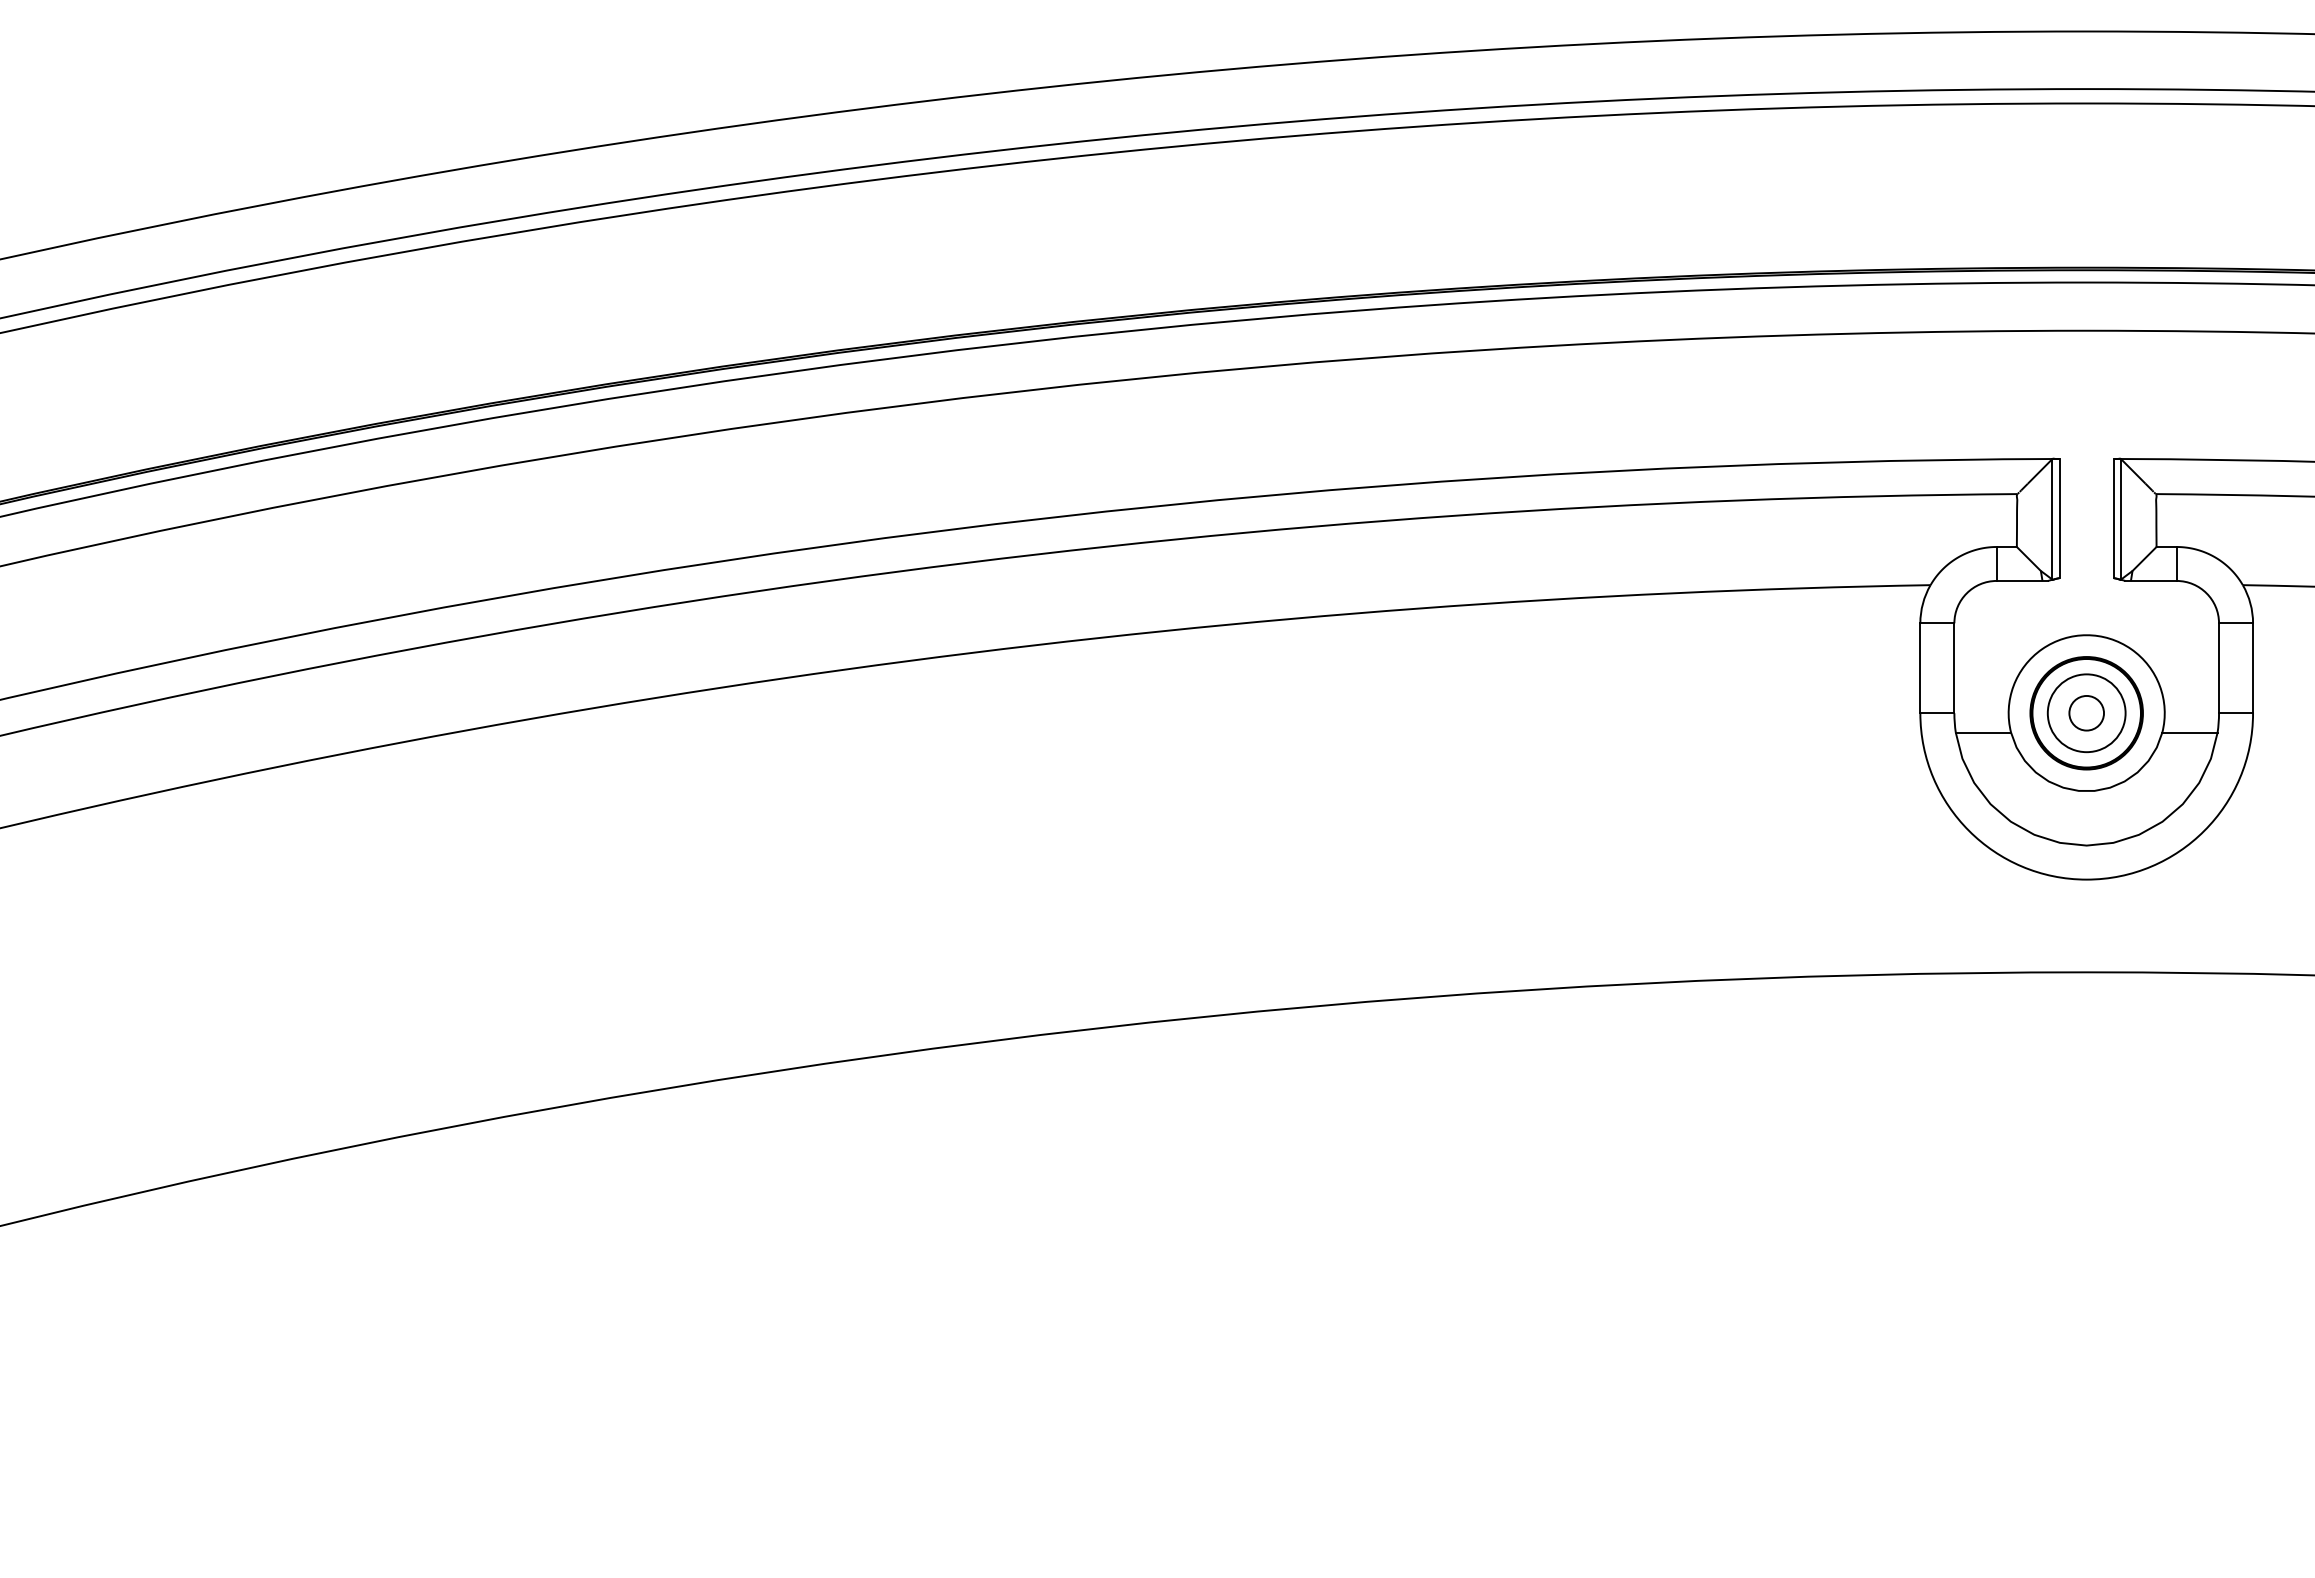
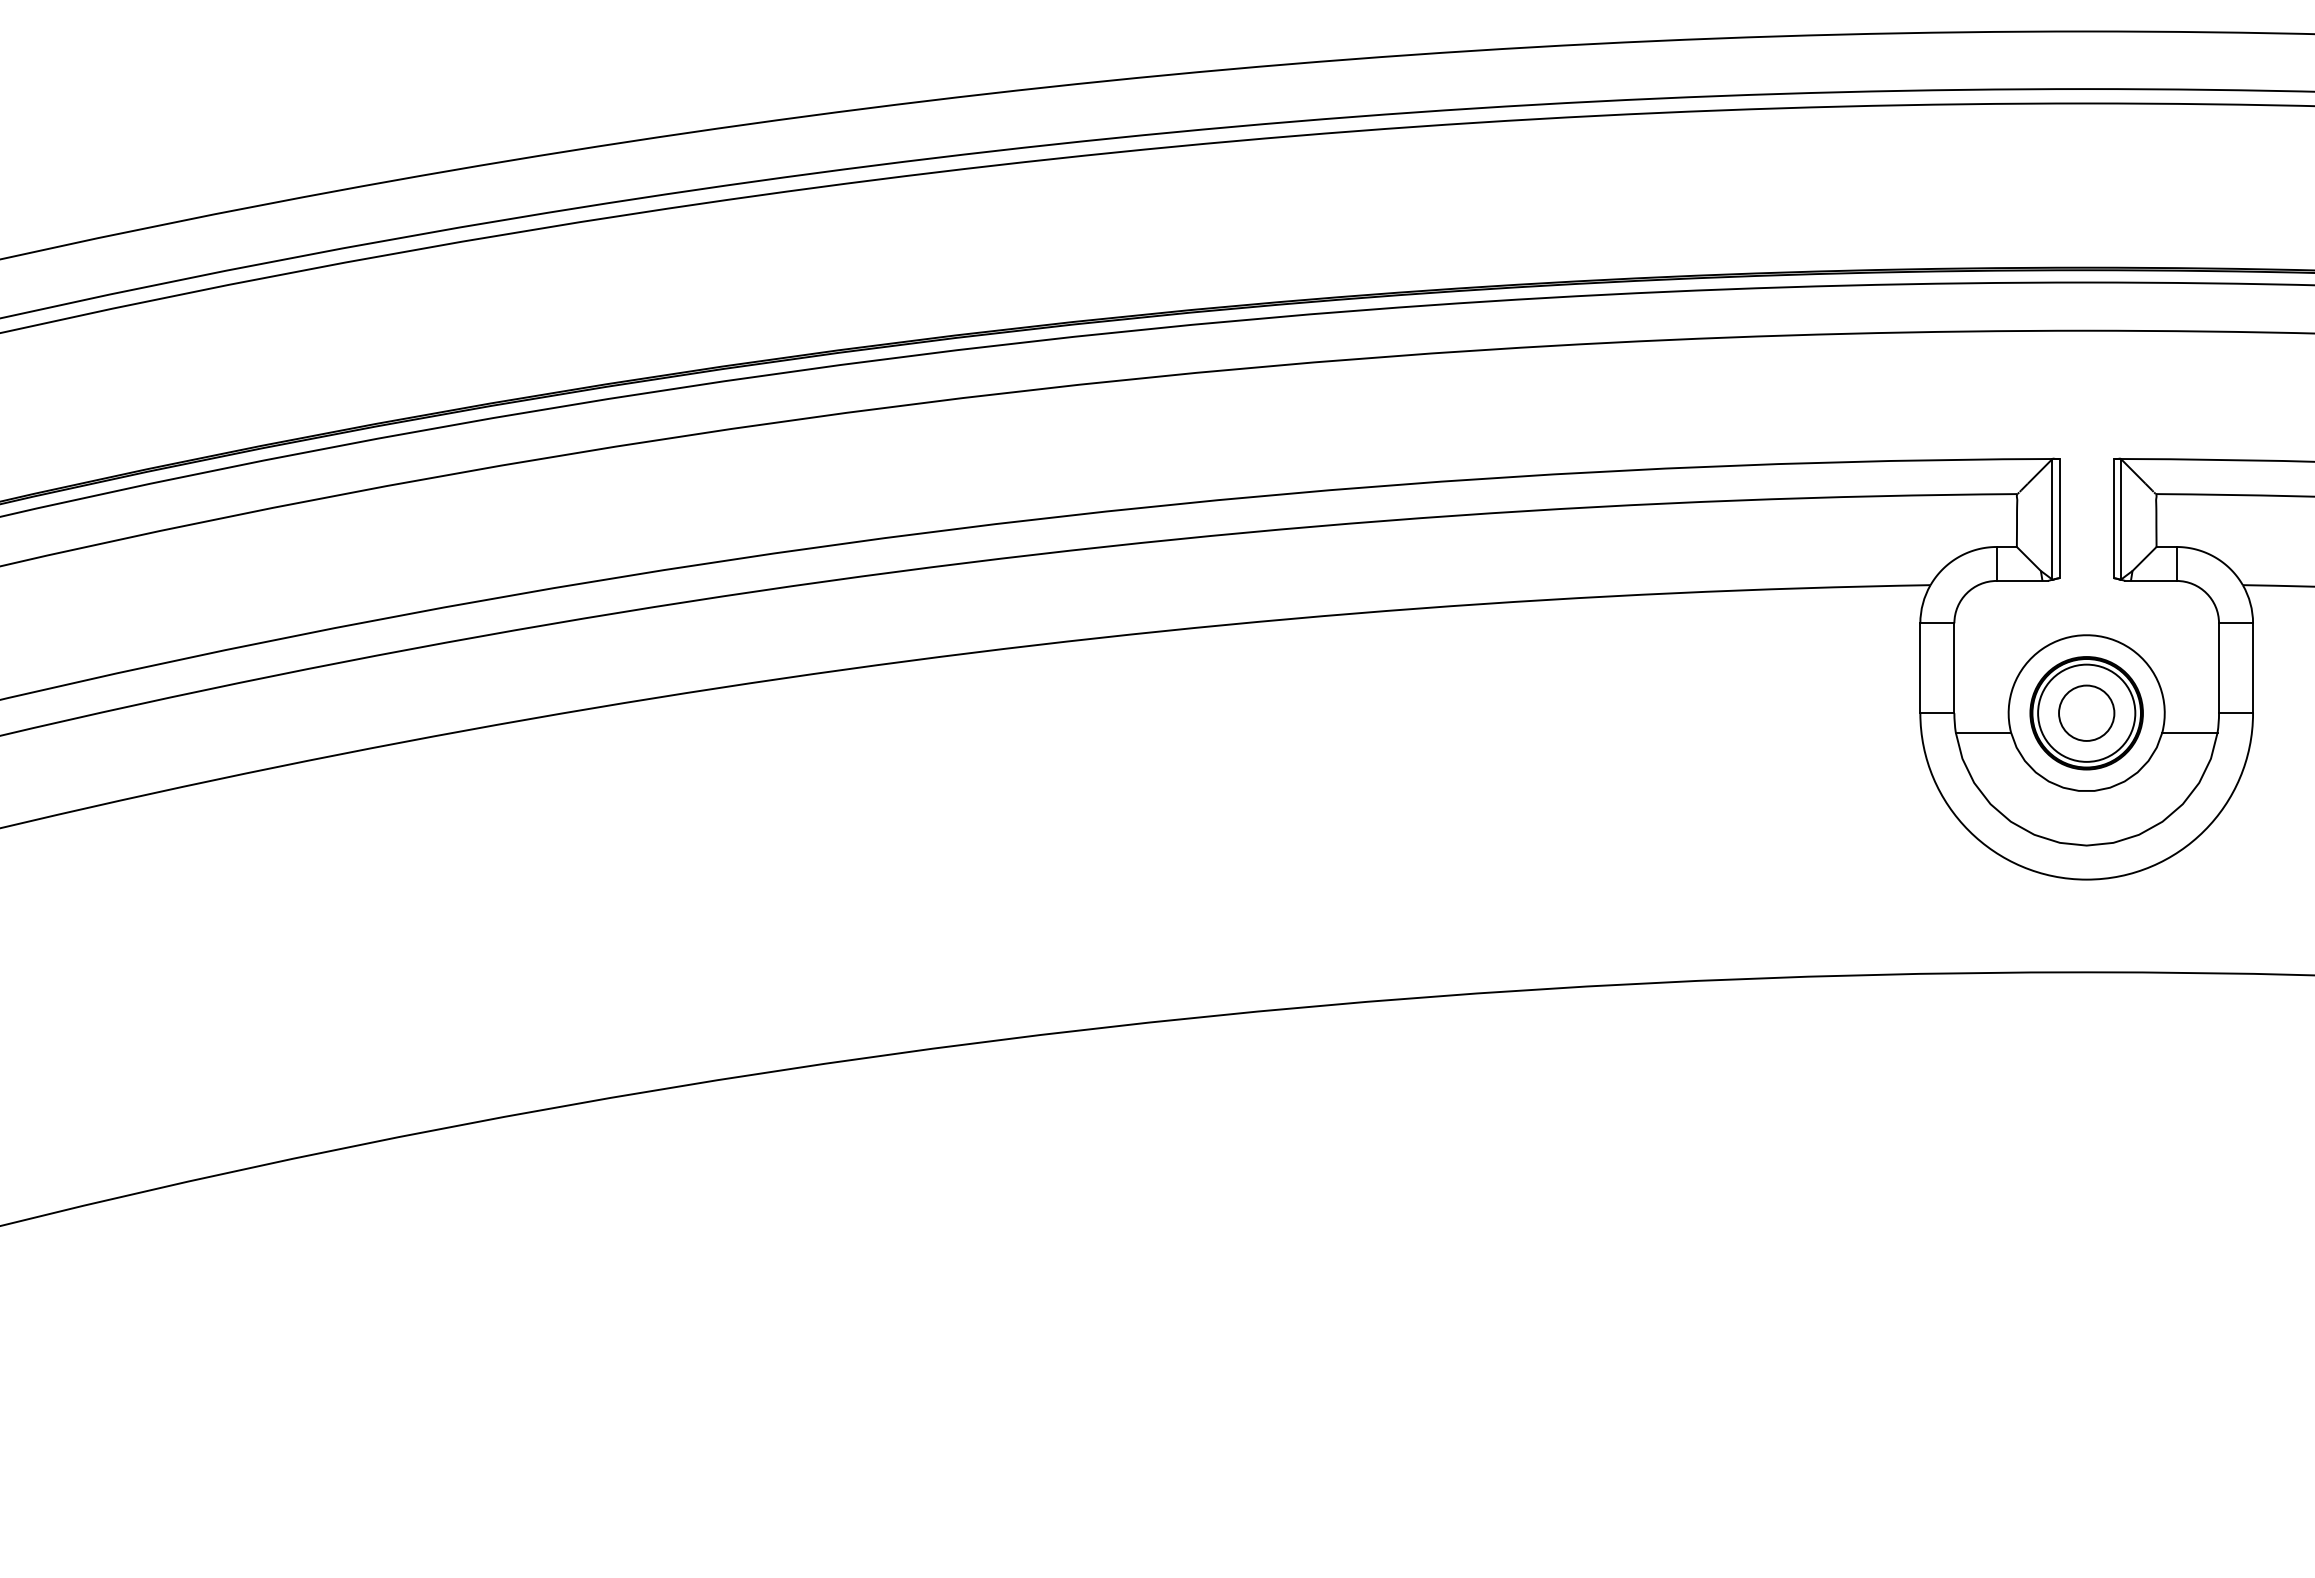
circle at (2086, 712) diameter: 35 px -> 55 px
circle at (2086, 713) diameter: 78 px -> 97 px
